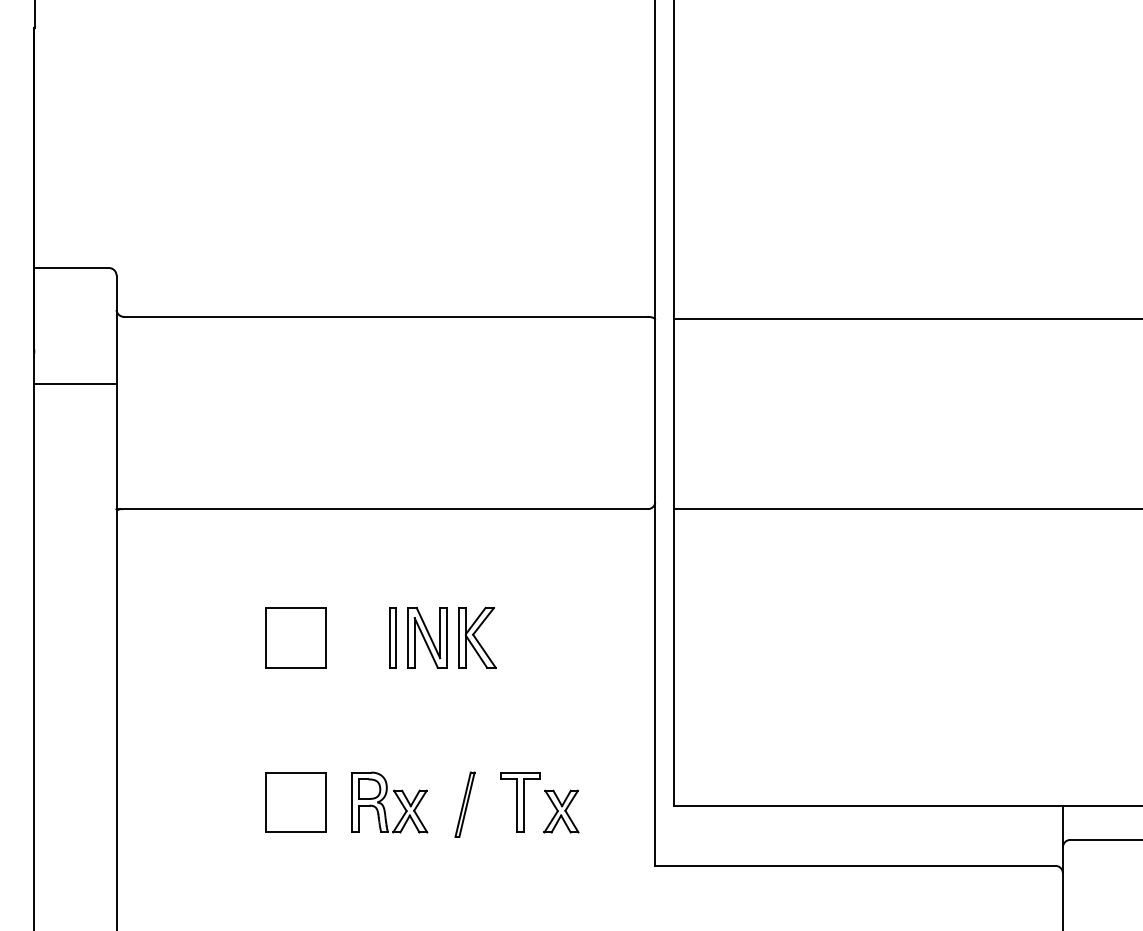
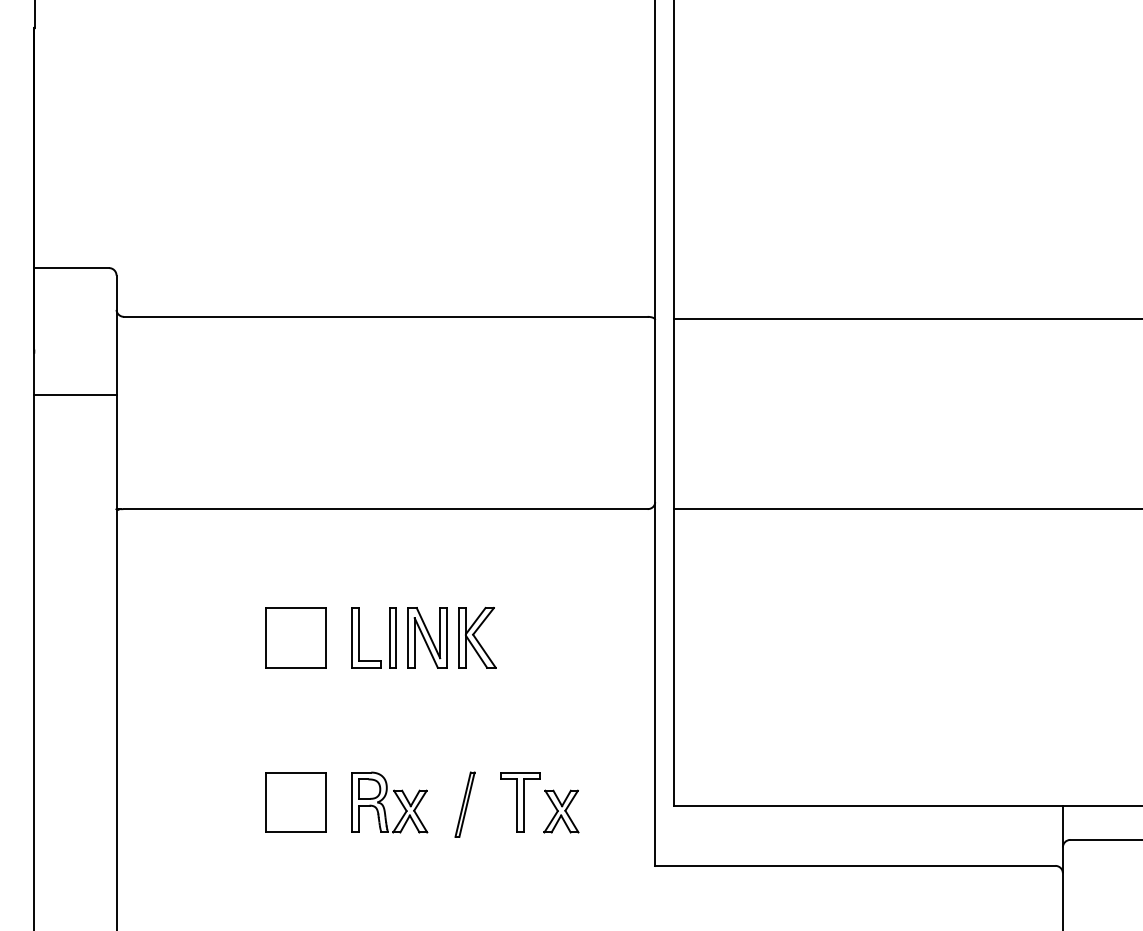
line at (75, 383) position: (75, 383) -> (75, 394)
part at (359, 637): none -> present
